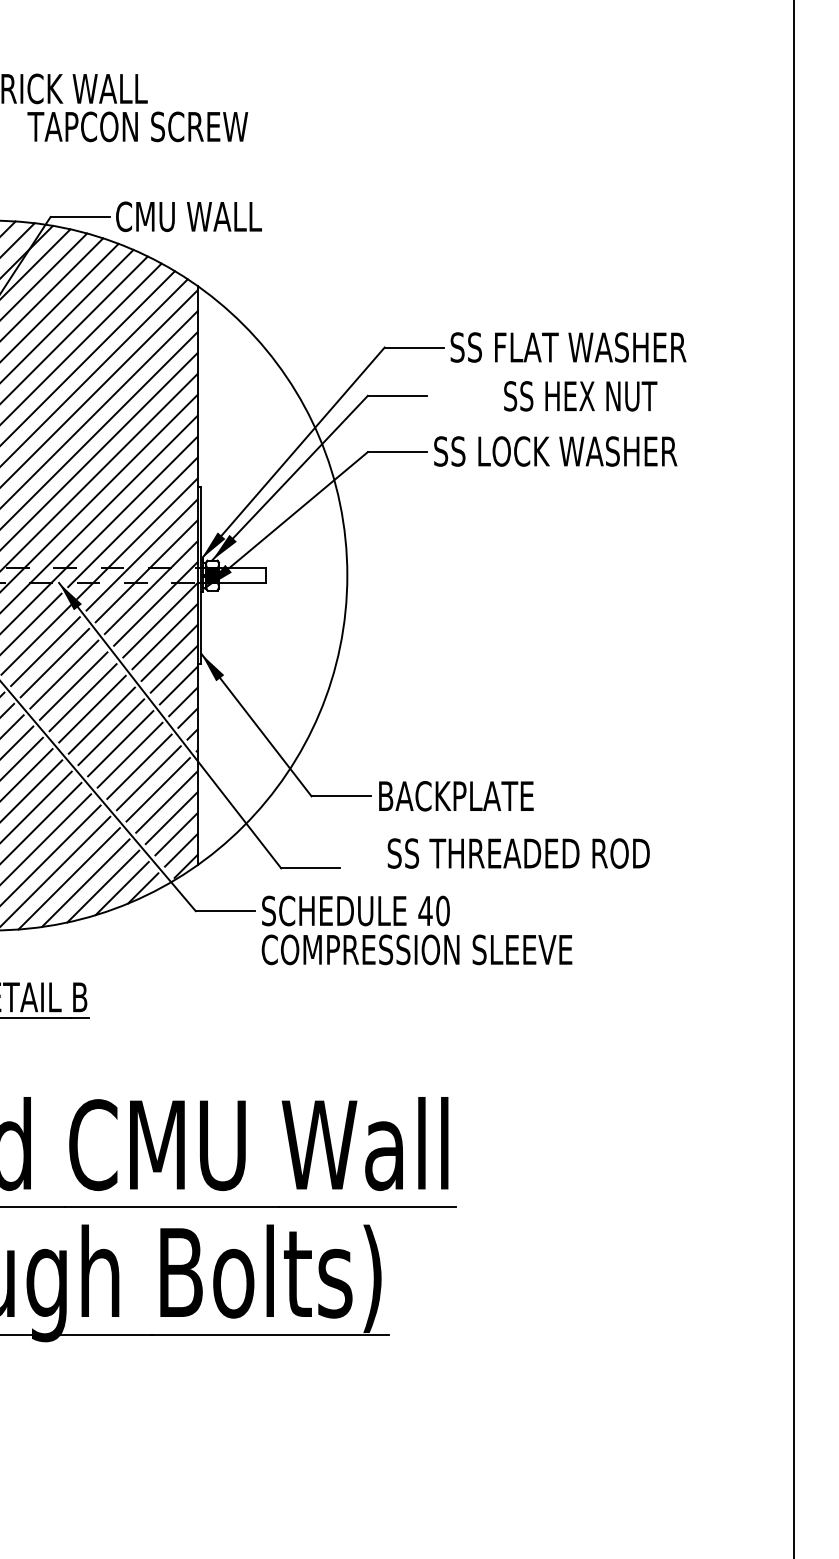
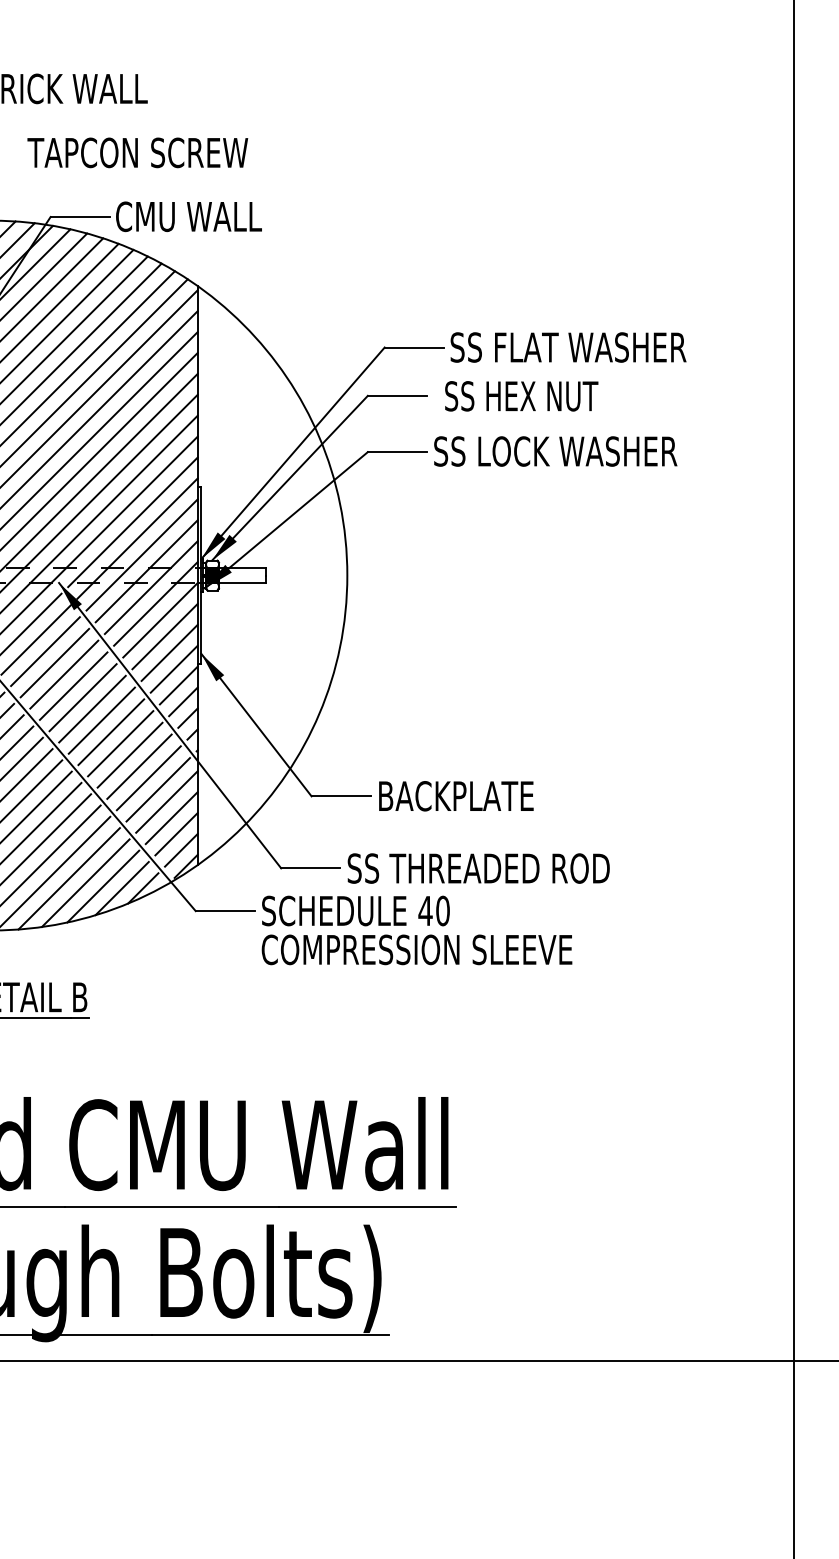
text at (137, 126) position: (137, 126) -> (137, 152)
text at (580, 396) position: (580, 396) -> (521, 396)
text at (518, 853) position: (518, 853) -> (478, 868)
line at (418, 1361): none -> present
